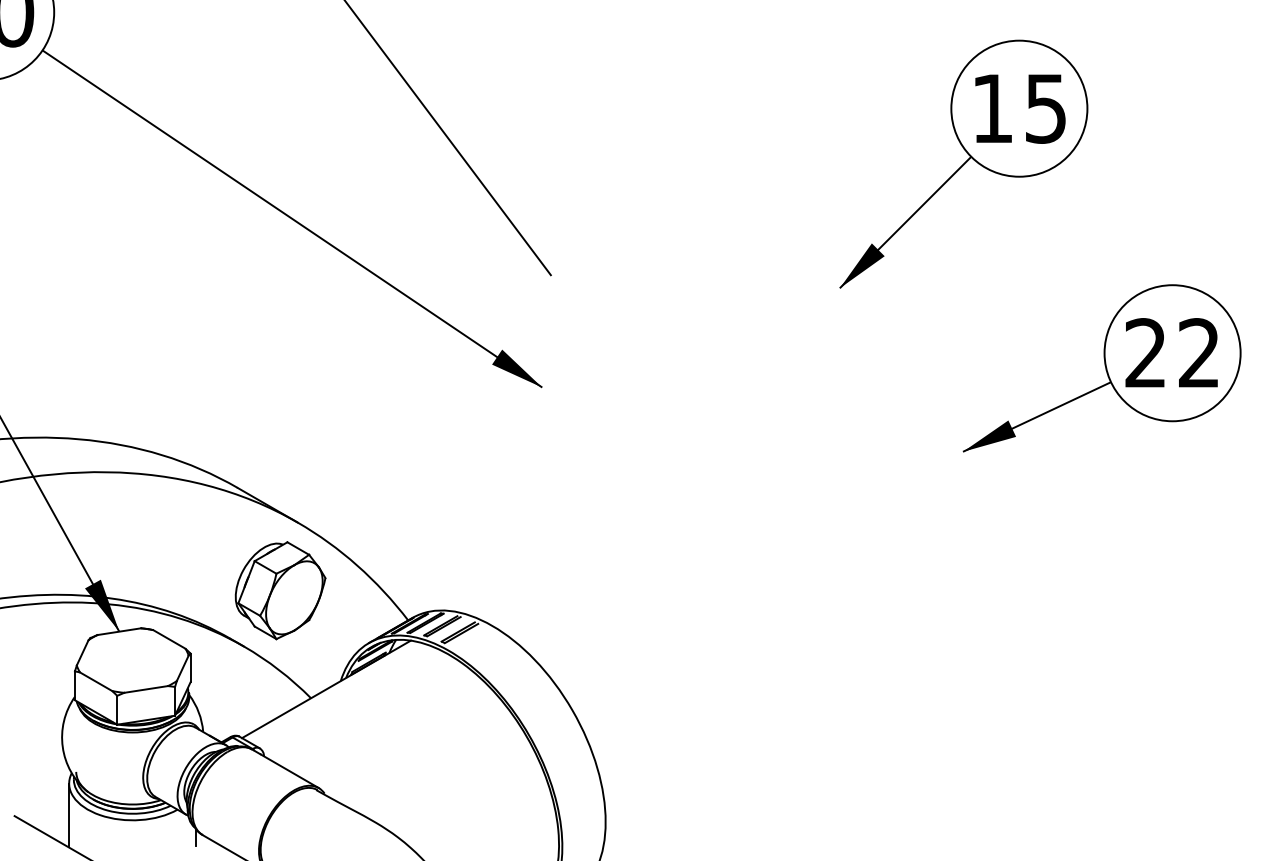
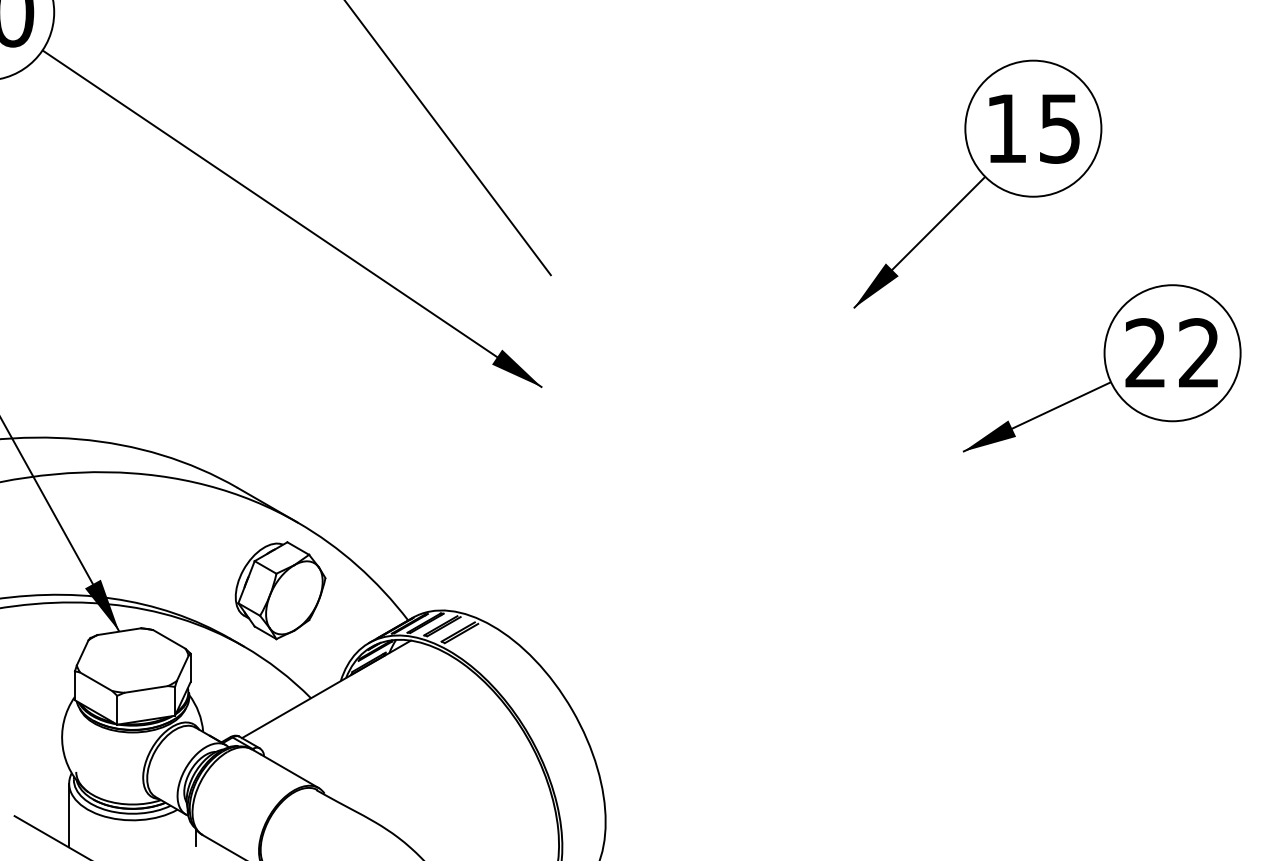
part at (963, 163) position: (963, 163) -> (977, 183)
